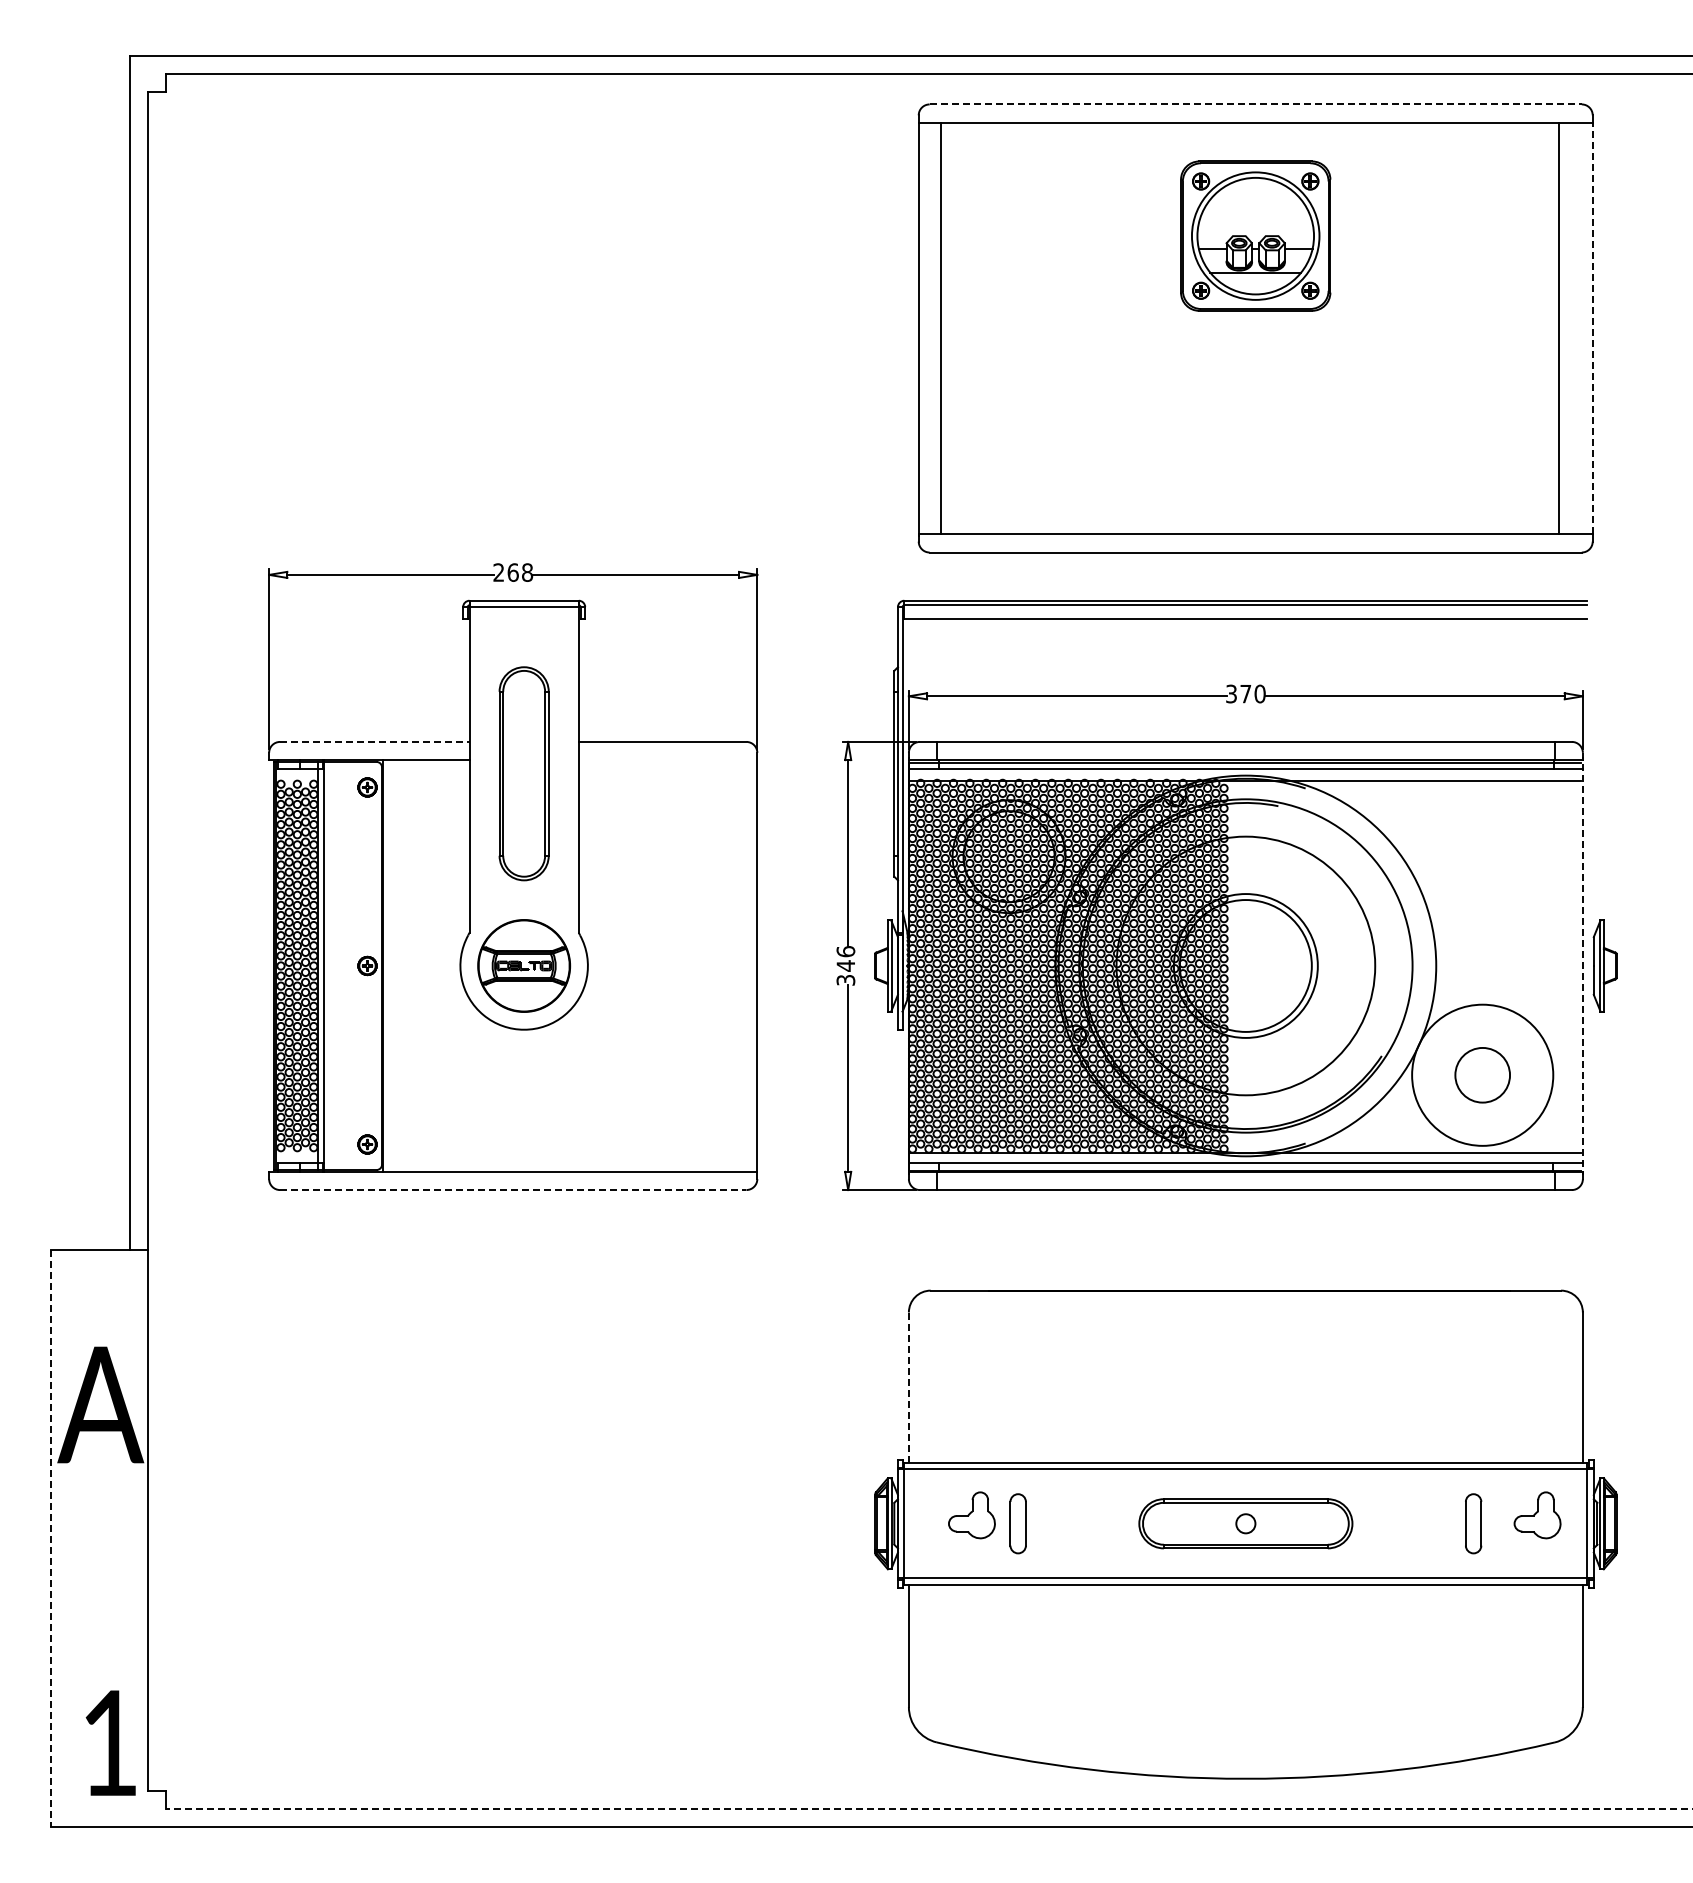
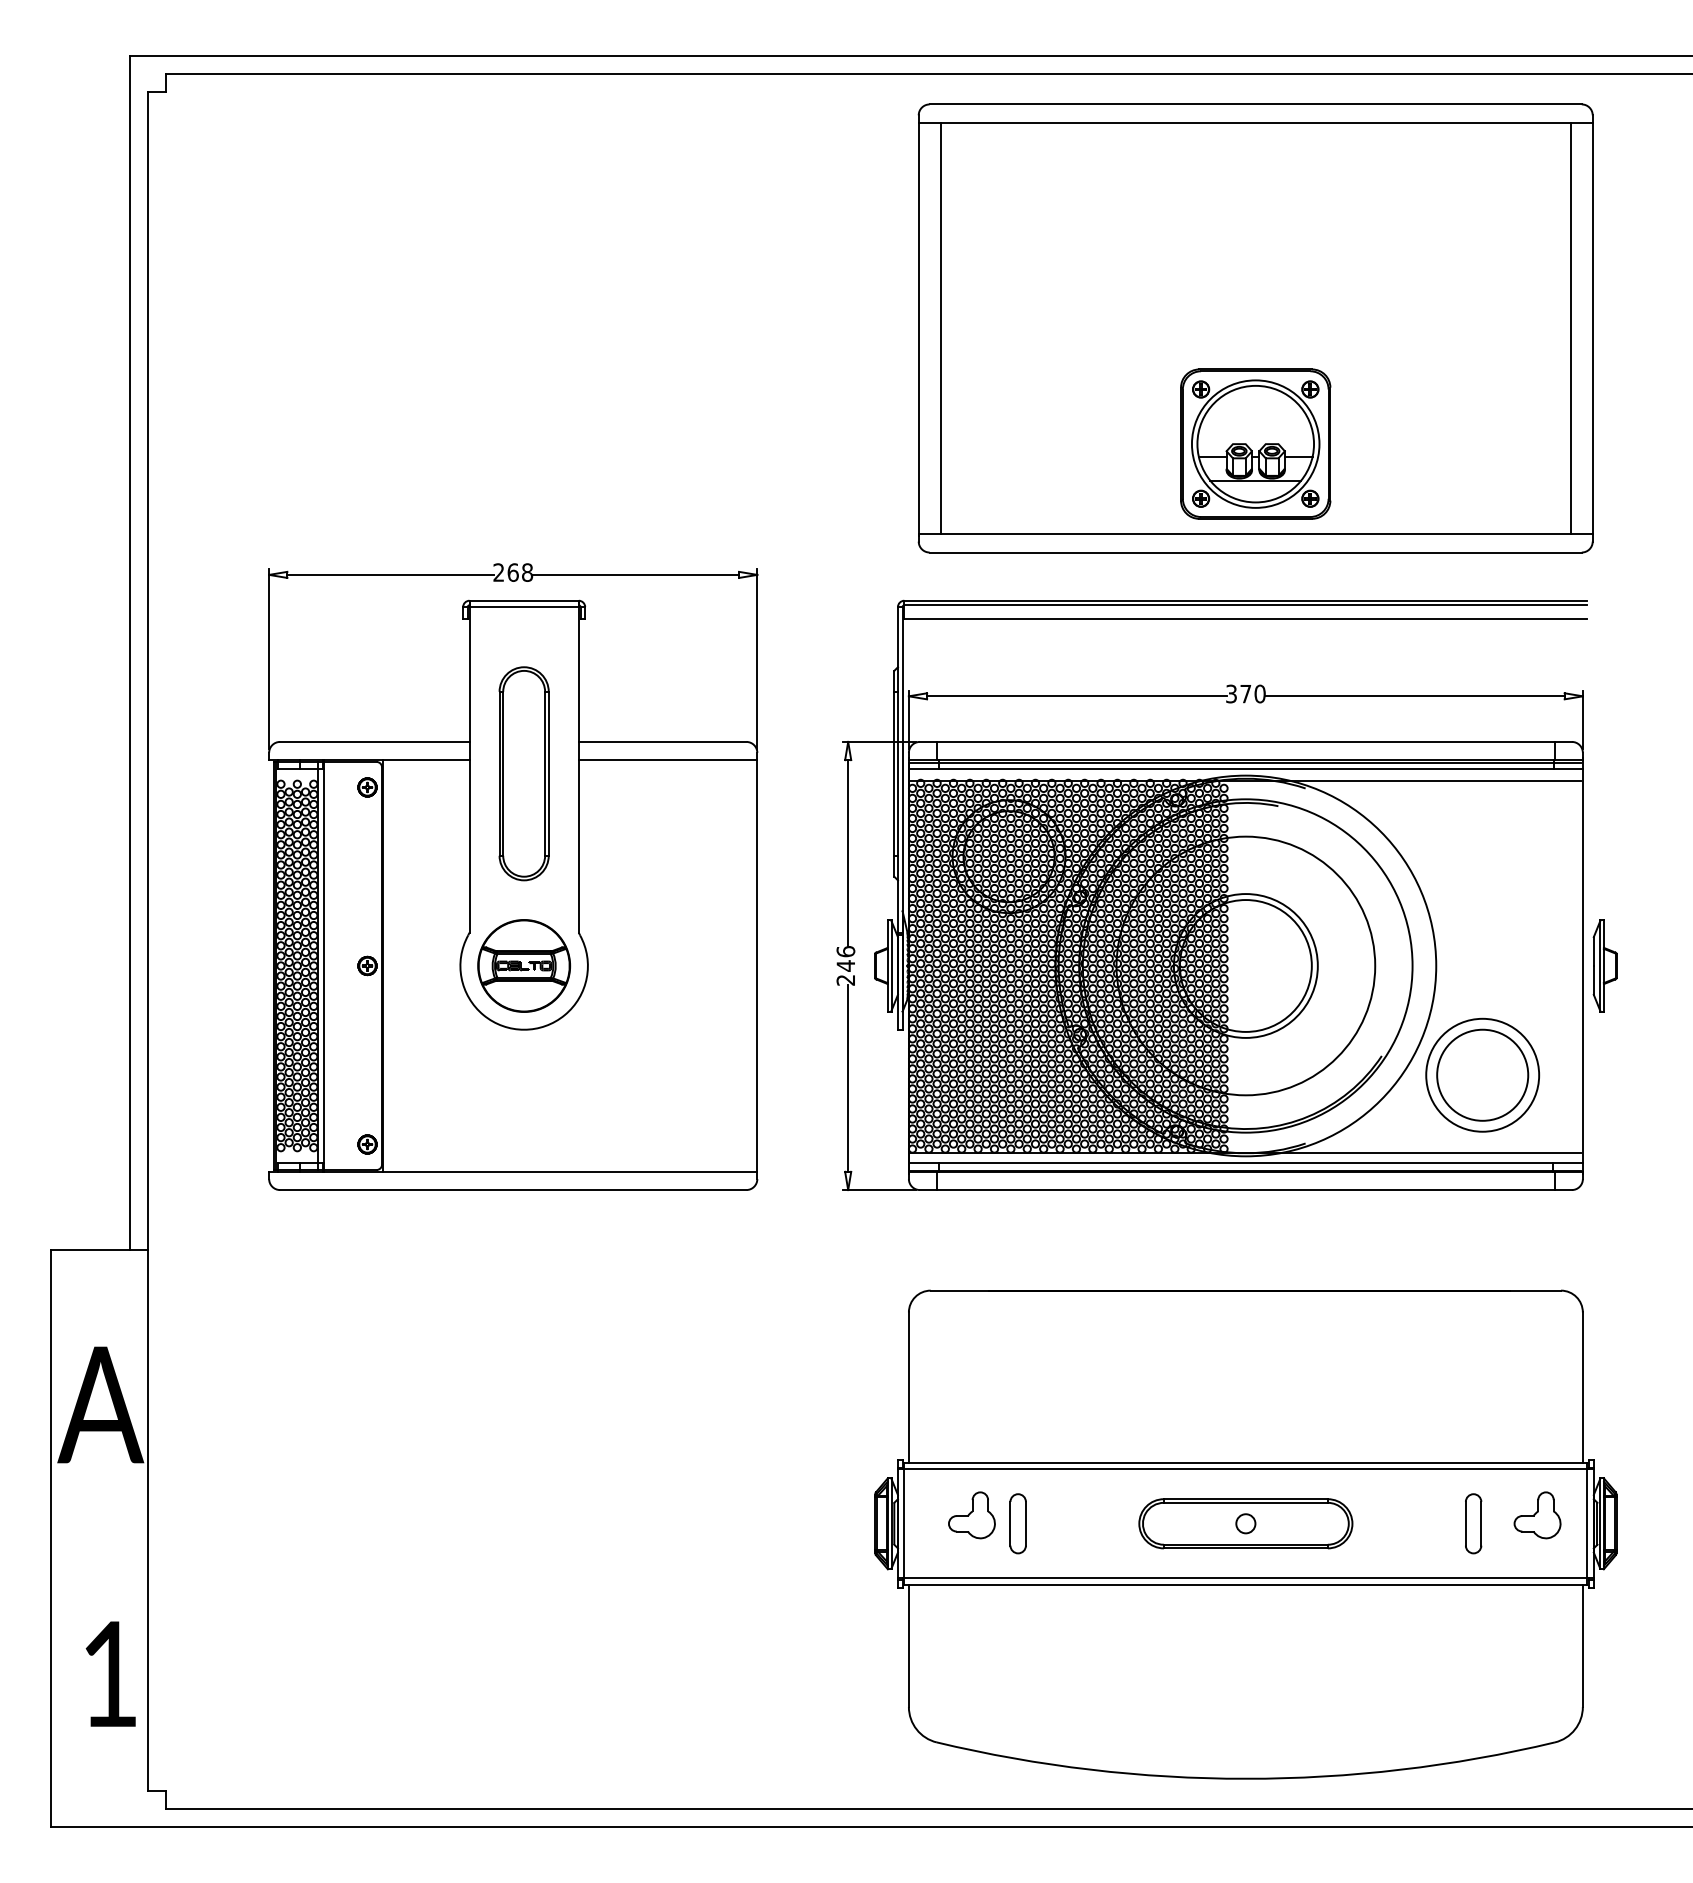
line at (1256, 104): dashed -> solid
part at (1255, 235) position: (1255, 235) -> (1255, 443)
line at (1558, 328) position: (1558, 328) -> (1570, 328)
line at (1592, 328): dashed -> solid
line at (374, 741): dashed -> solid
line at (667, 760): none -> present
line at (1582, 962): dashed -> solid
text at (846, 980): 346 -> 246
circle at (1482, 1074) diameter: 141 px -> 113 px
circle at (1482, 1074) diameter: 55 px -> 91 px
line at (513, 1190): dashed -> solid
line at (908, 1387): dashed -> solid
line at (50, 1538): dashed -> solid
text at (110, 1742) position: (110, 1742) -> (110, 1673)
line at (928, 1808): dashed -> solid
